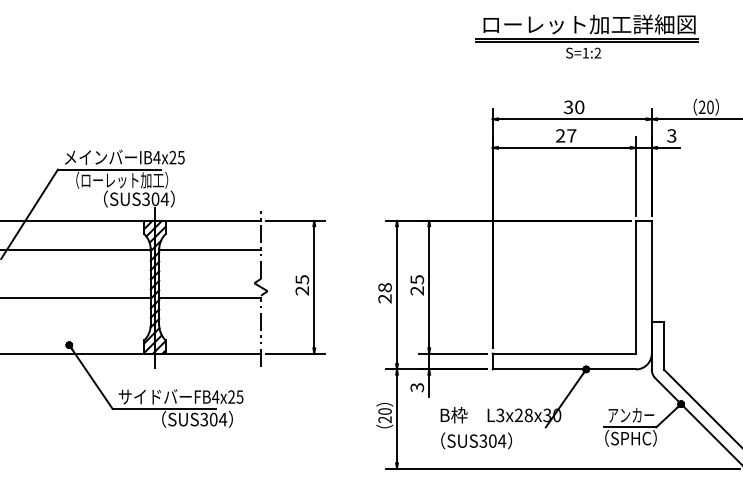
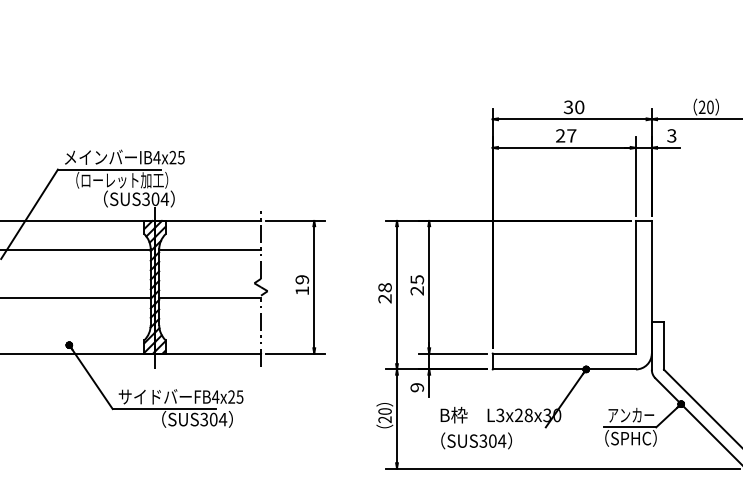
part at (586, 36): present -> none
text at (301, 285): 25 -> 19
text at (416, 387): 3 -> 9
